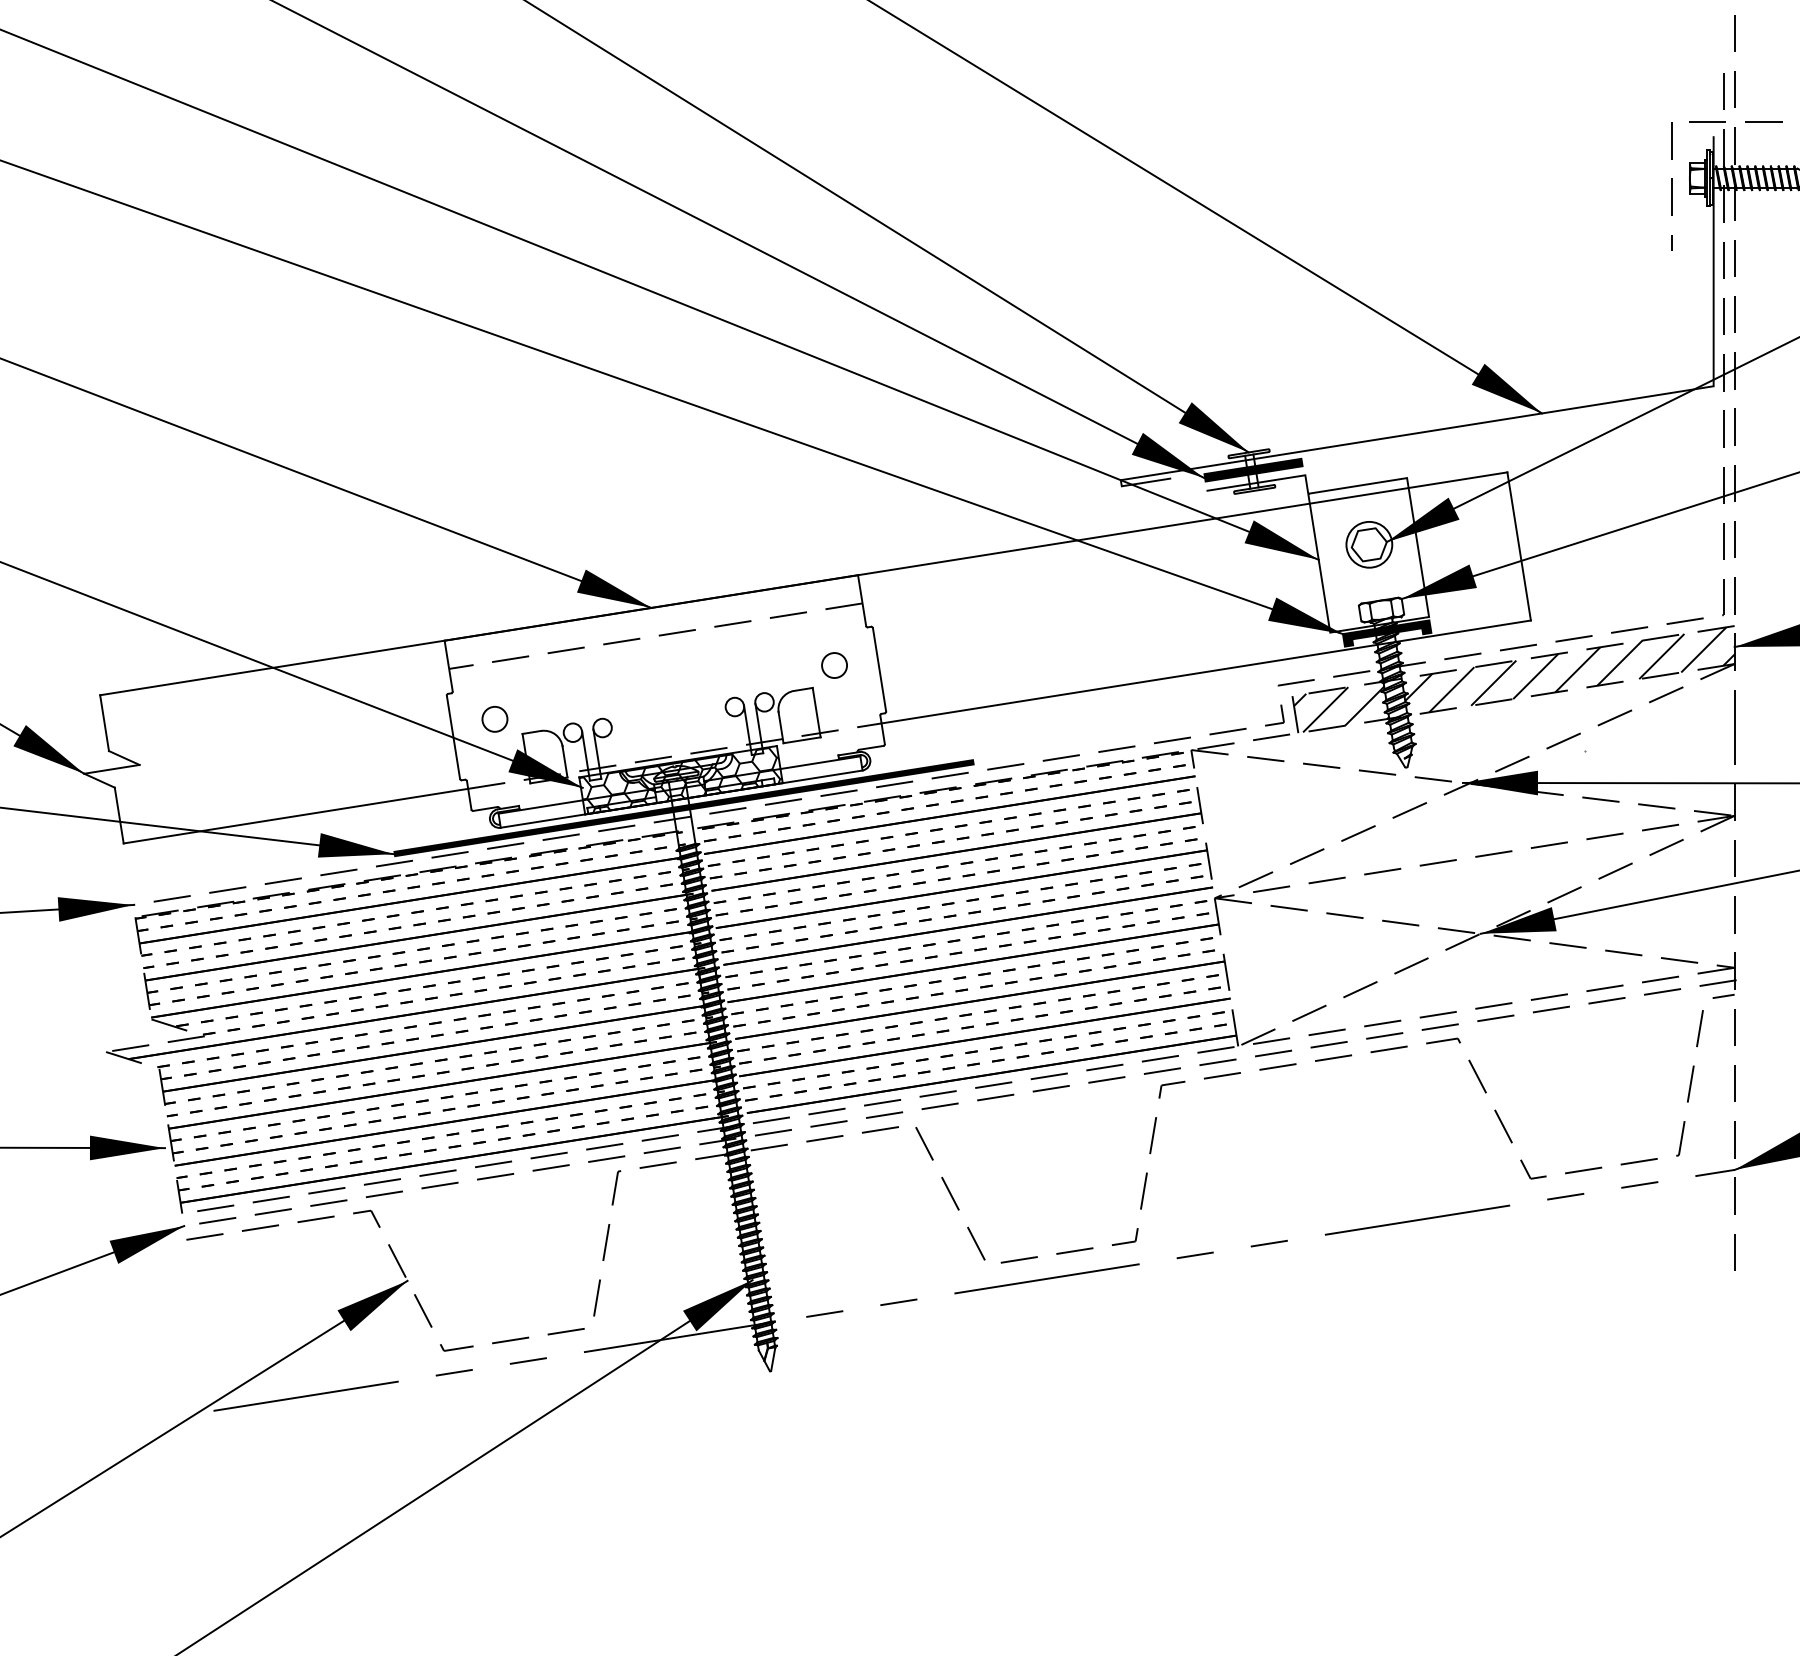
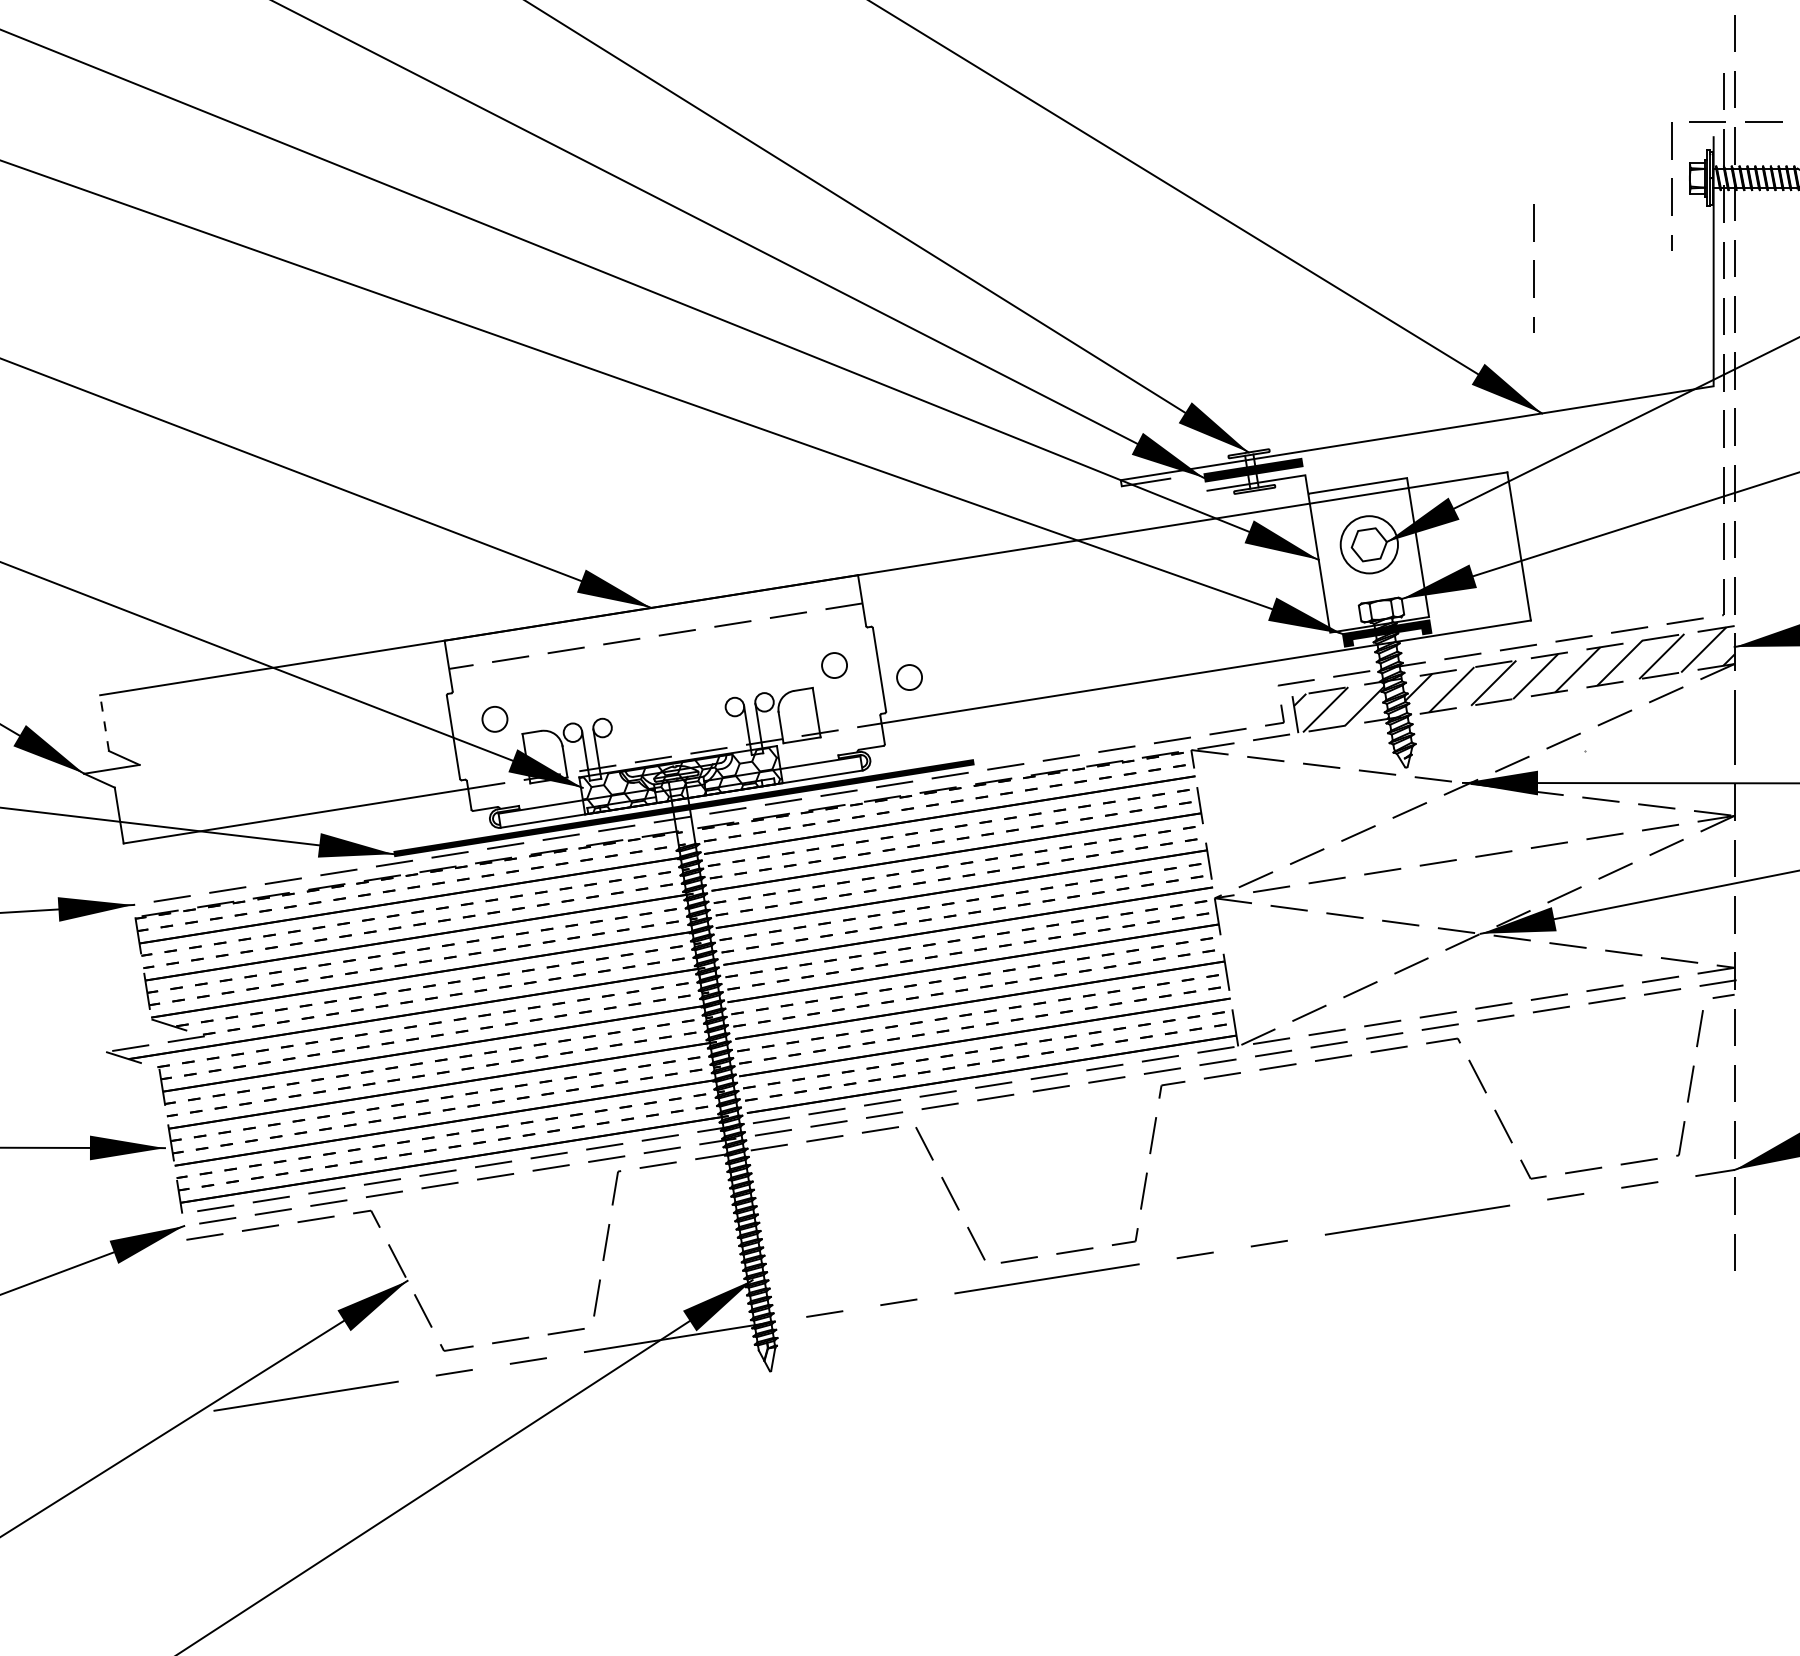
line at (1533, 268): none -> present
circle at (1369, 544) diameter: 46 px -> 57 px
circle at (909, 677): none -> present
line at (104, 722): solid -> dashed
